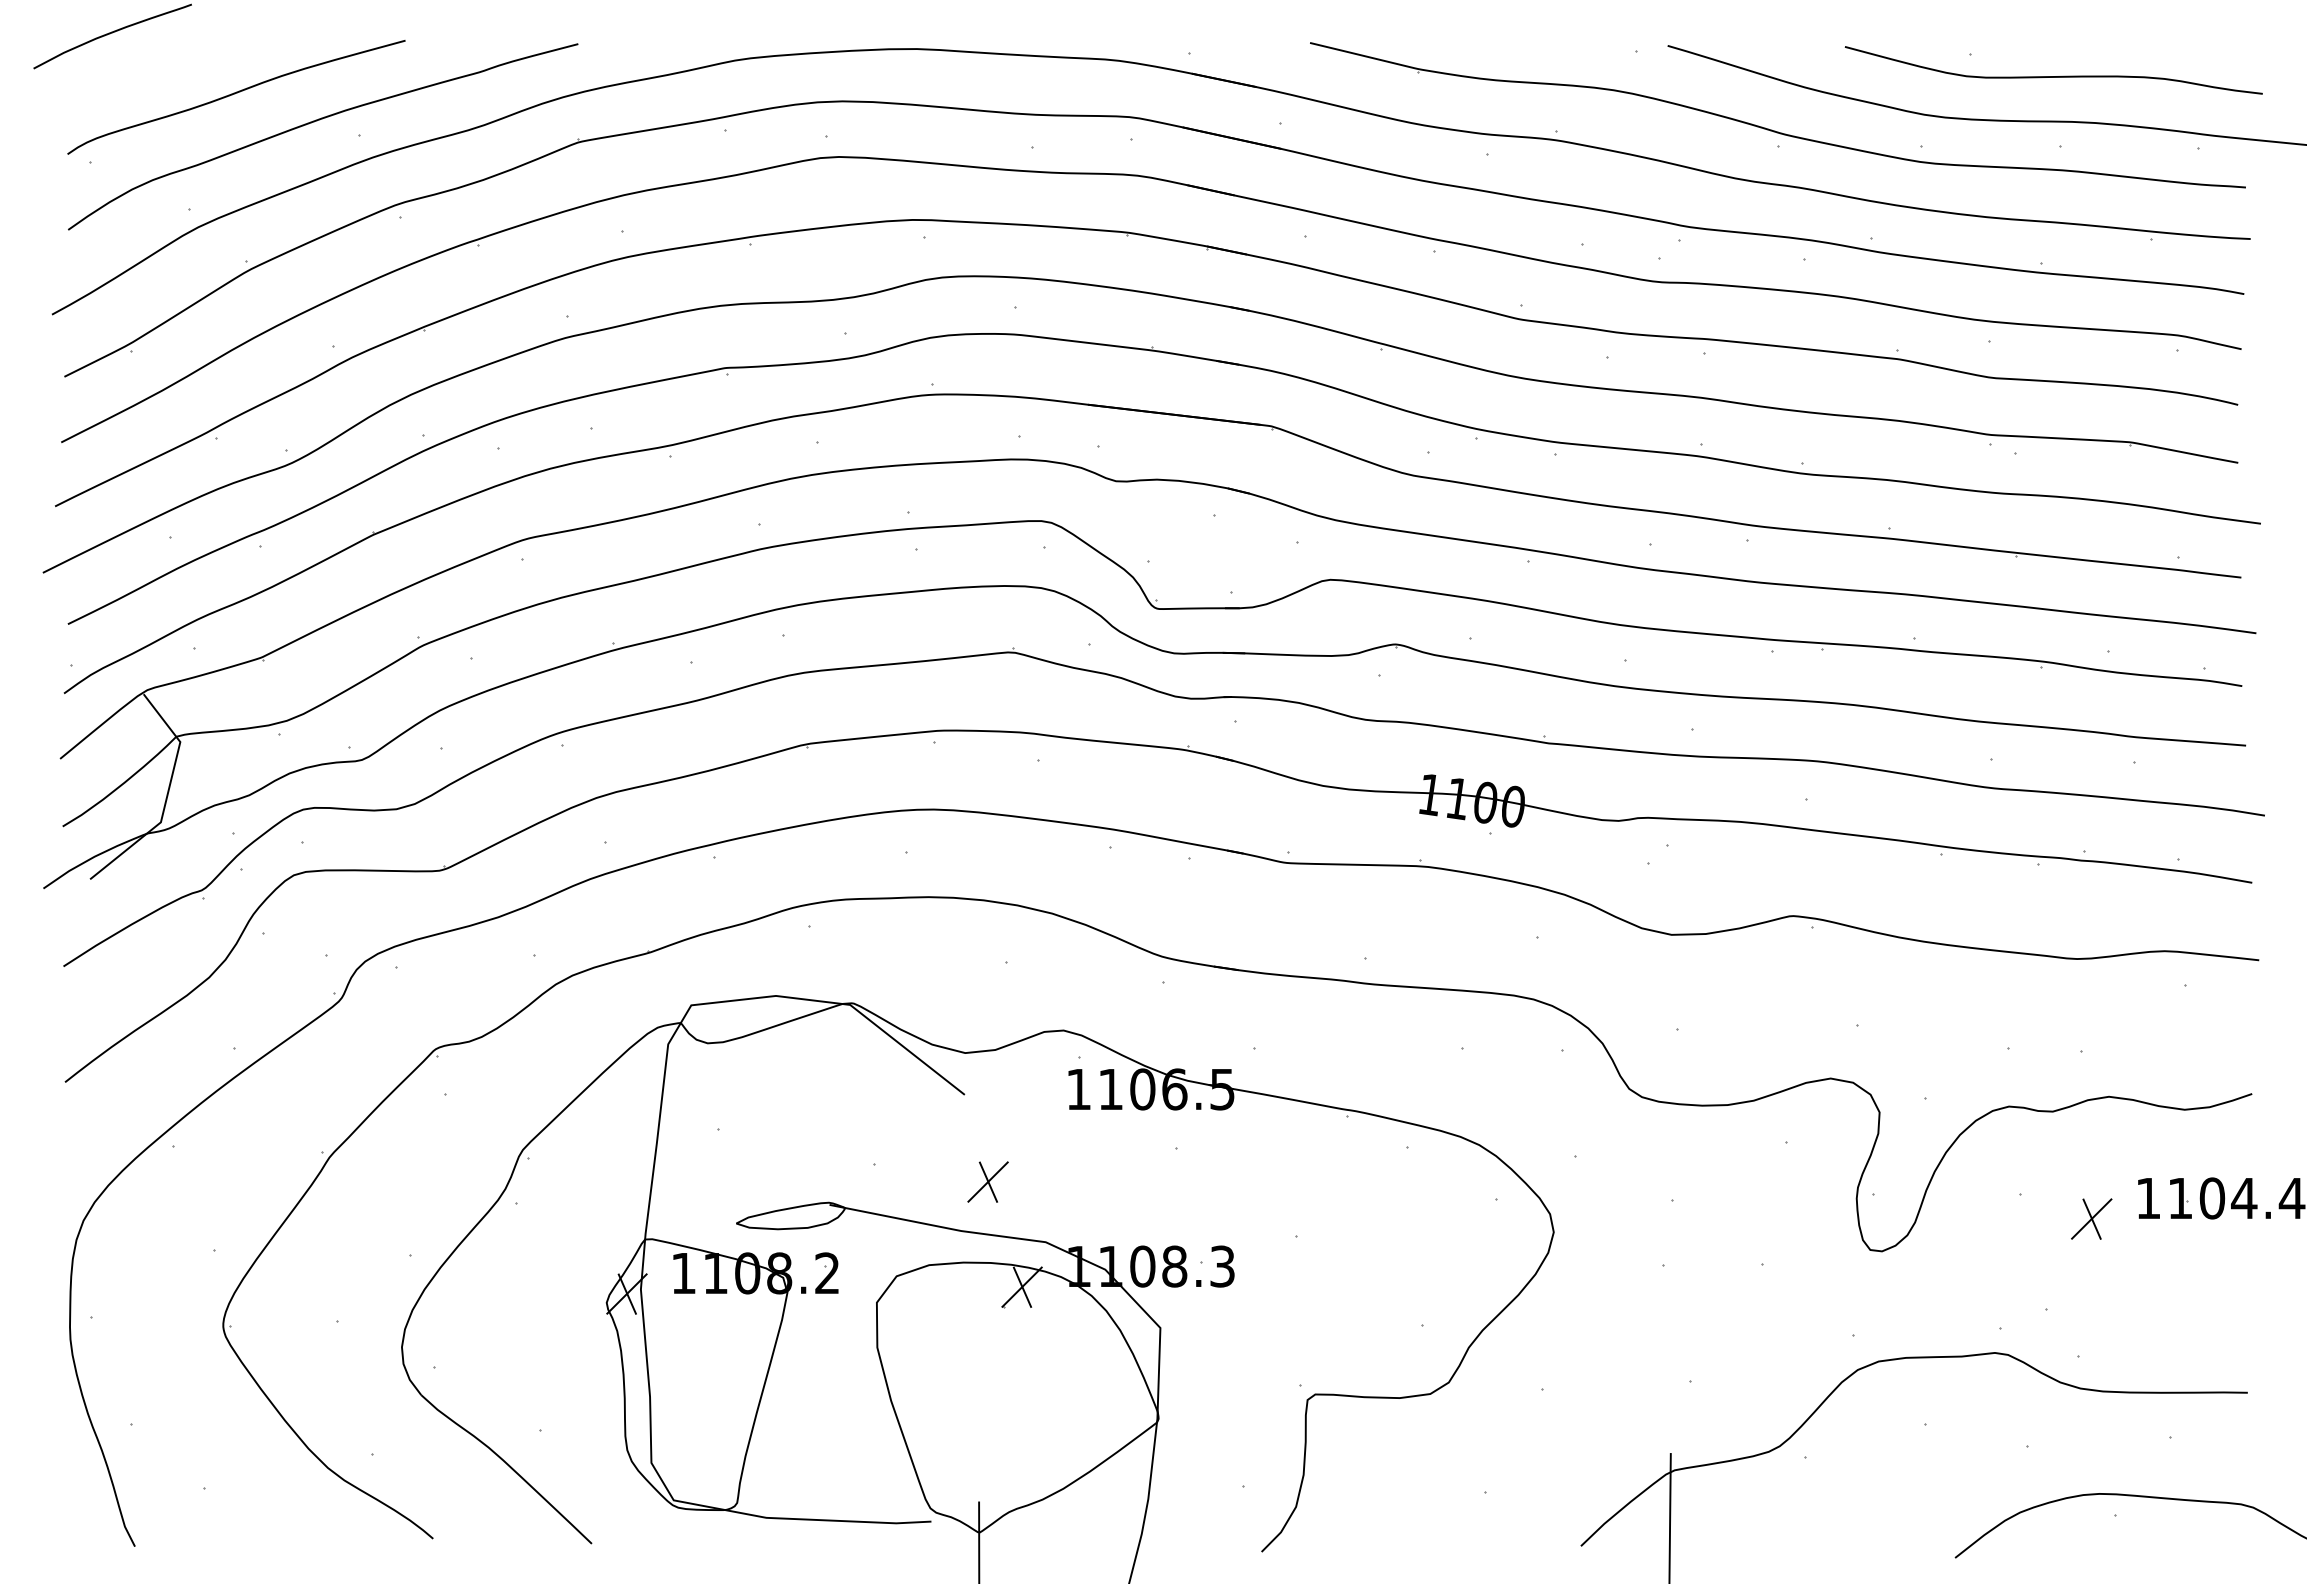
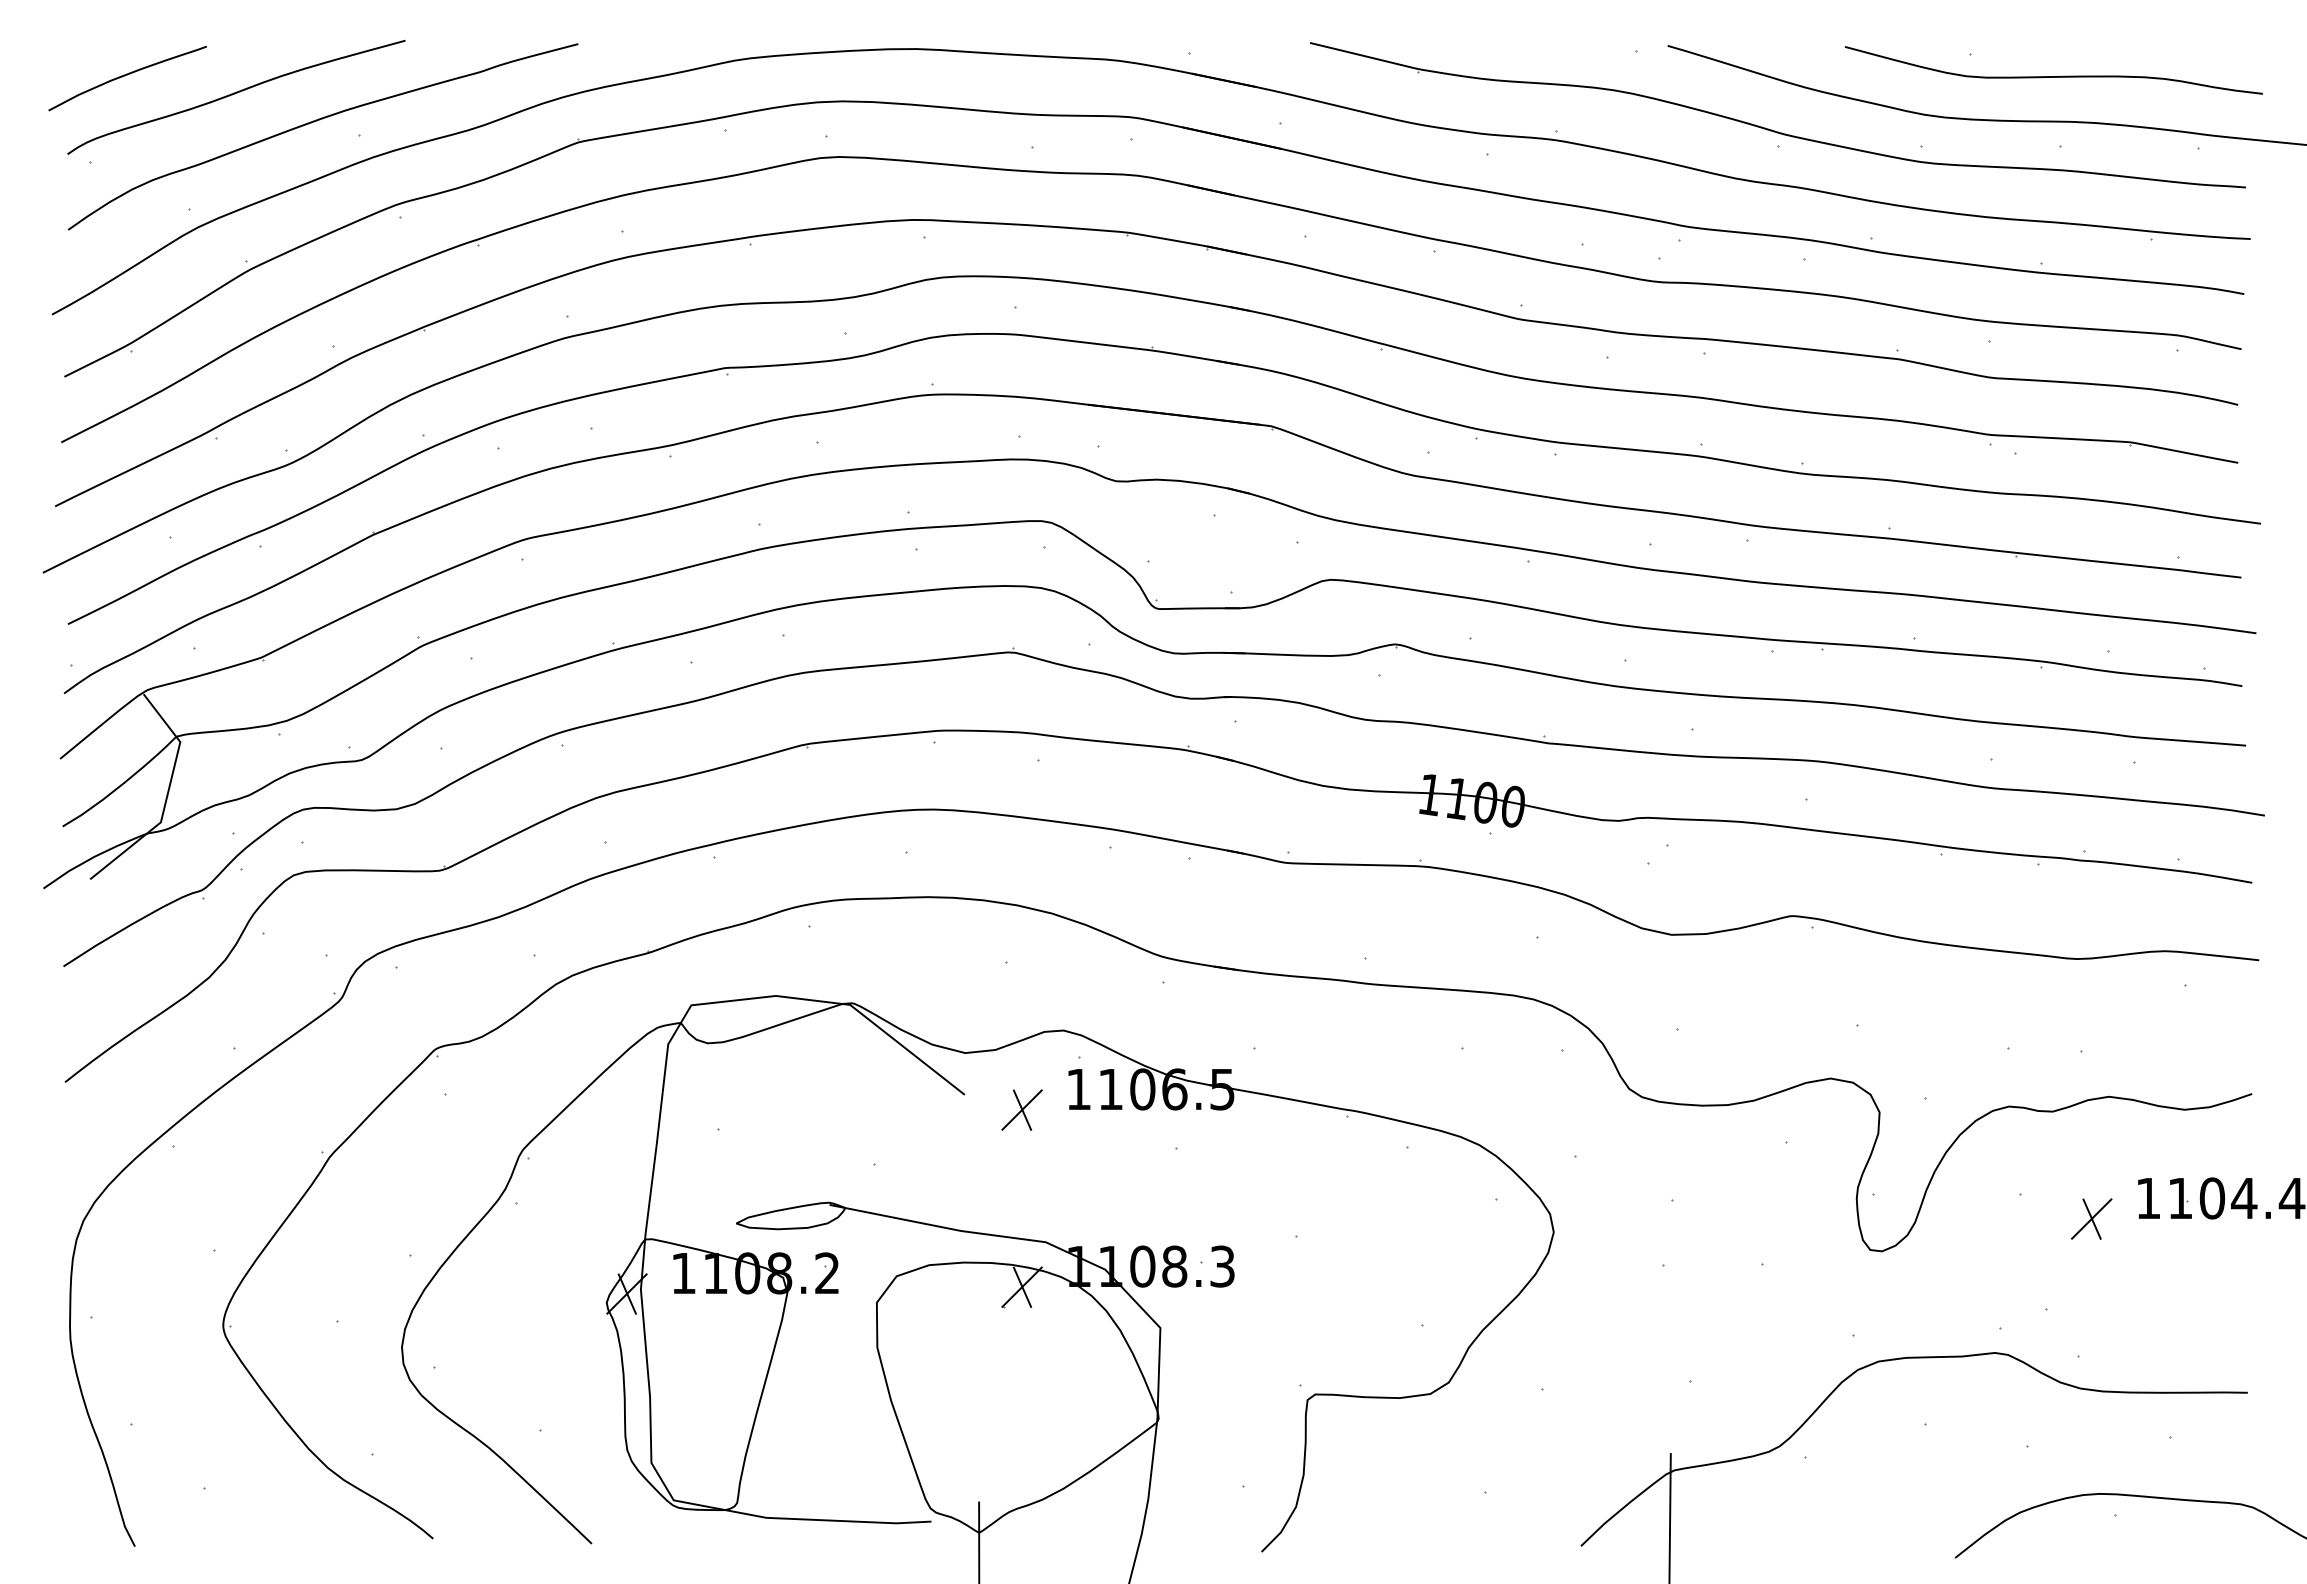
curve at (110, 34) position: (110, 34) -> (125, 76)
part at (987, 1181) position: (987, 1181) -> (1021, 1109)
